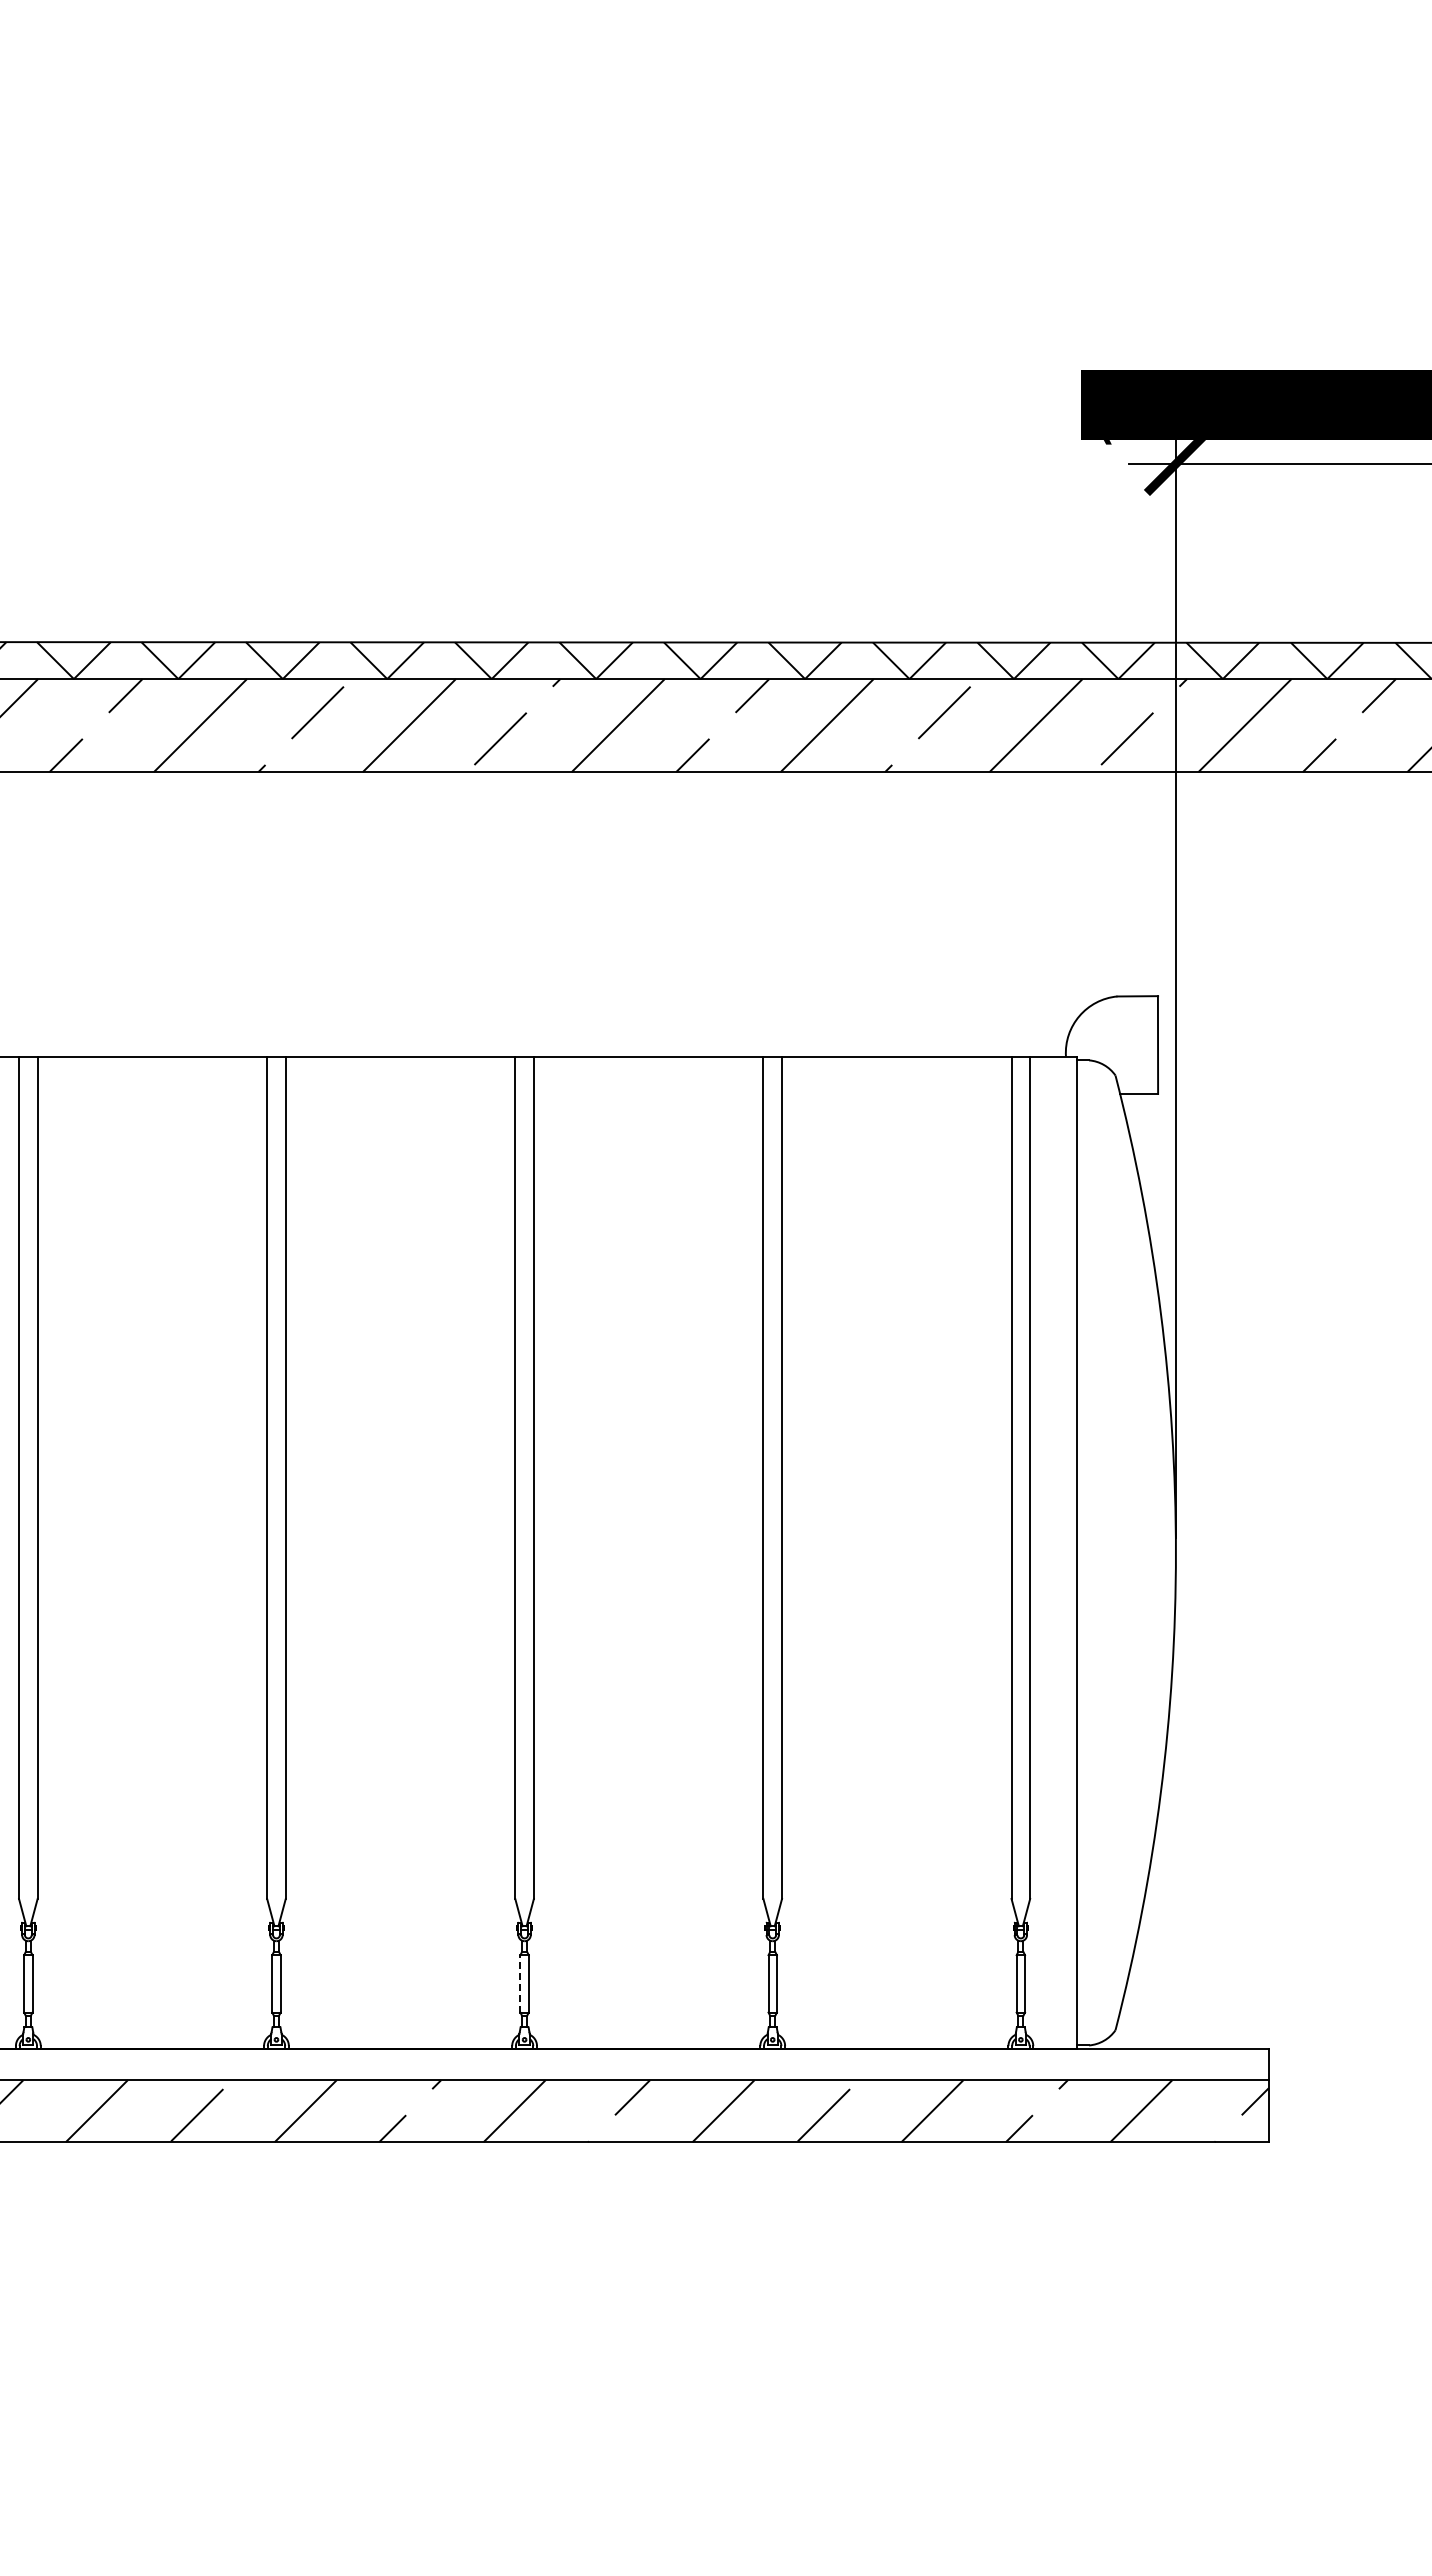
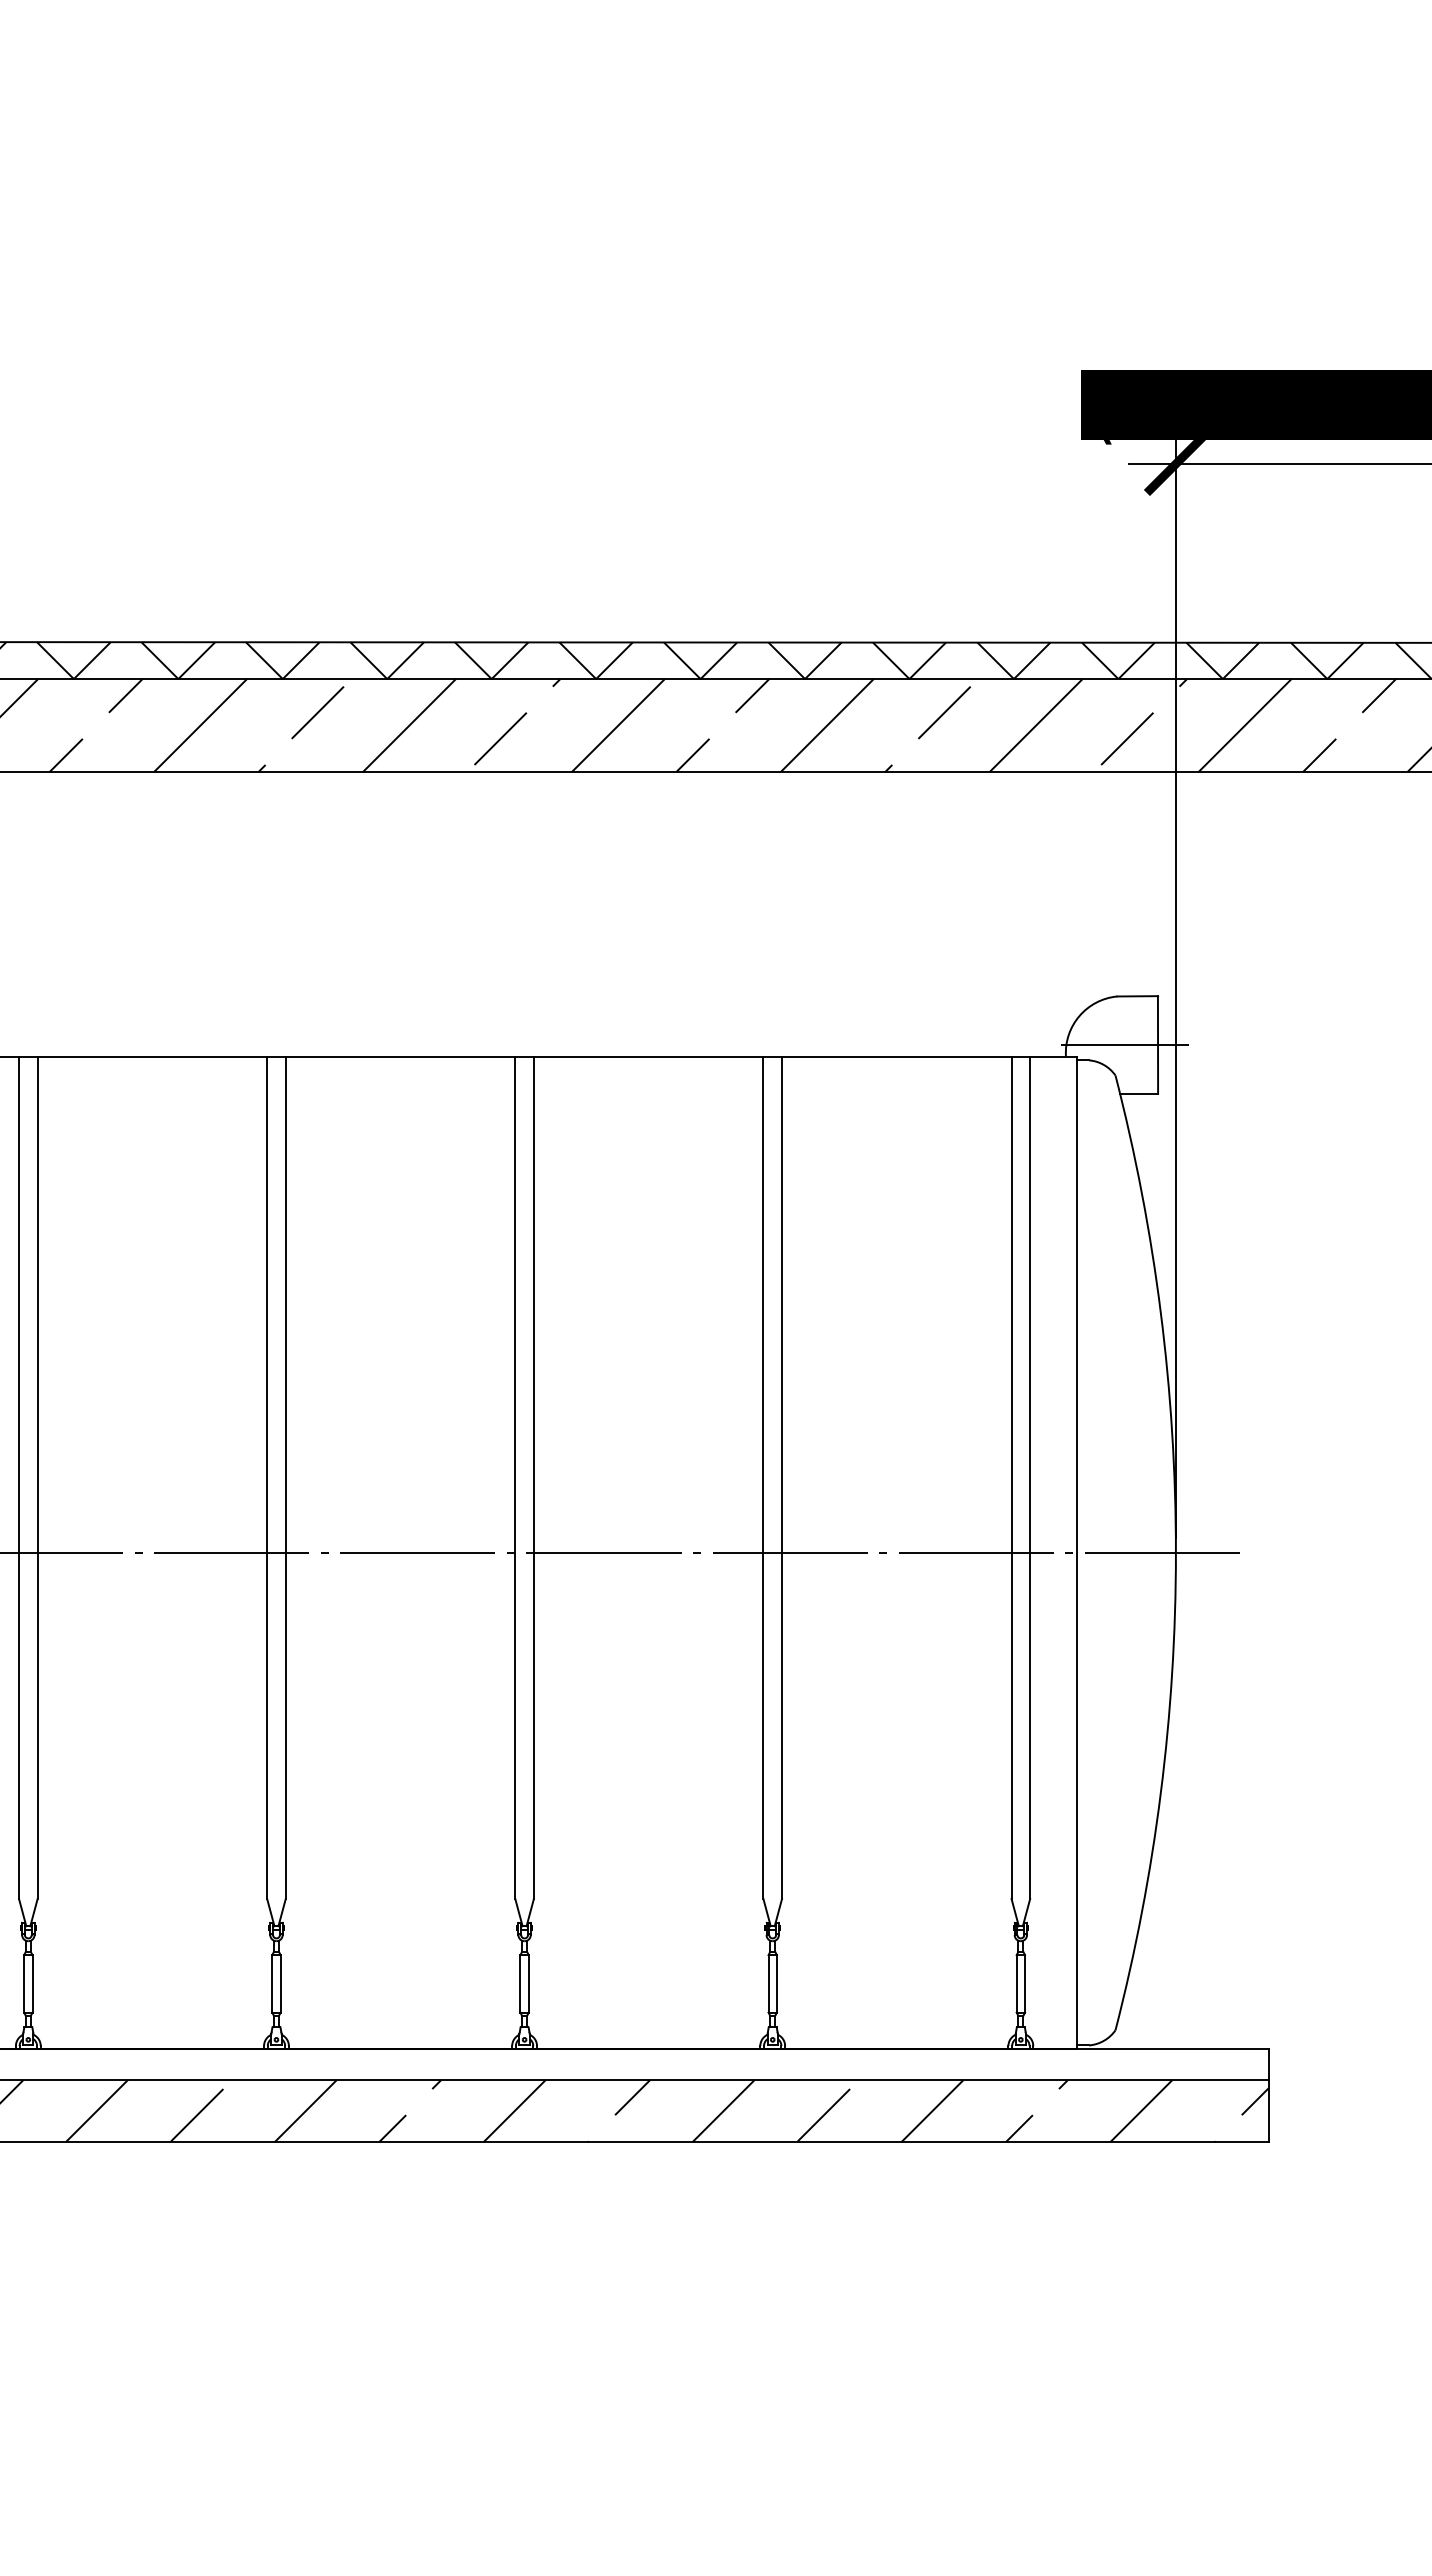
line at (1125, 1045): none -> present
line at (620, 1552): none -> present
line at (520, 1983): dashed -> solid
